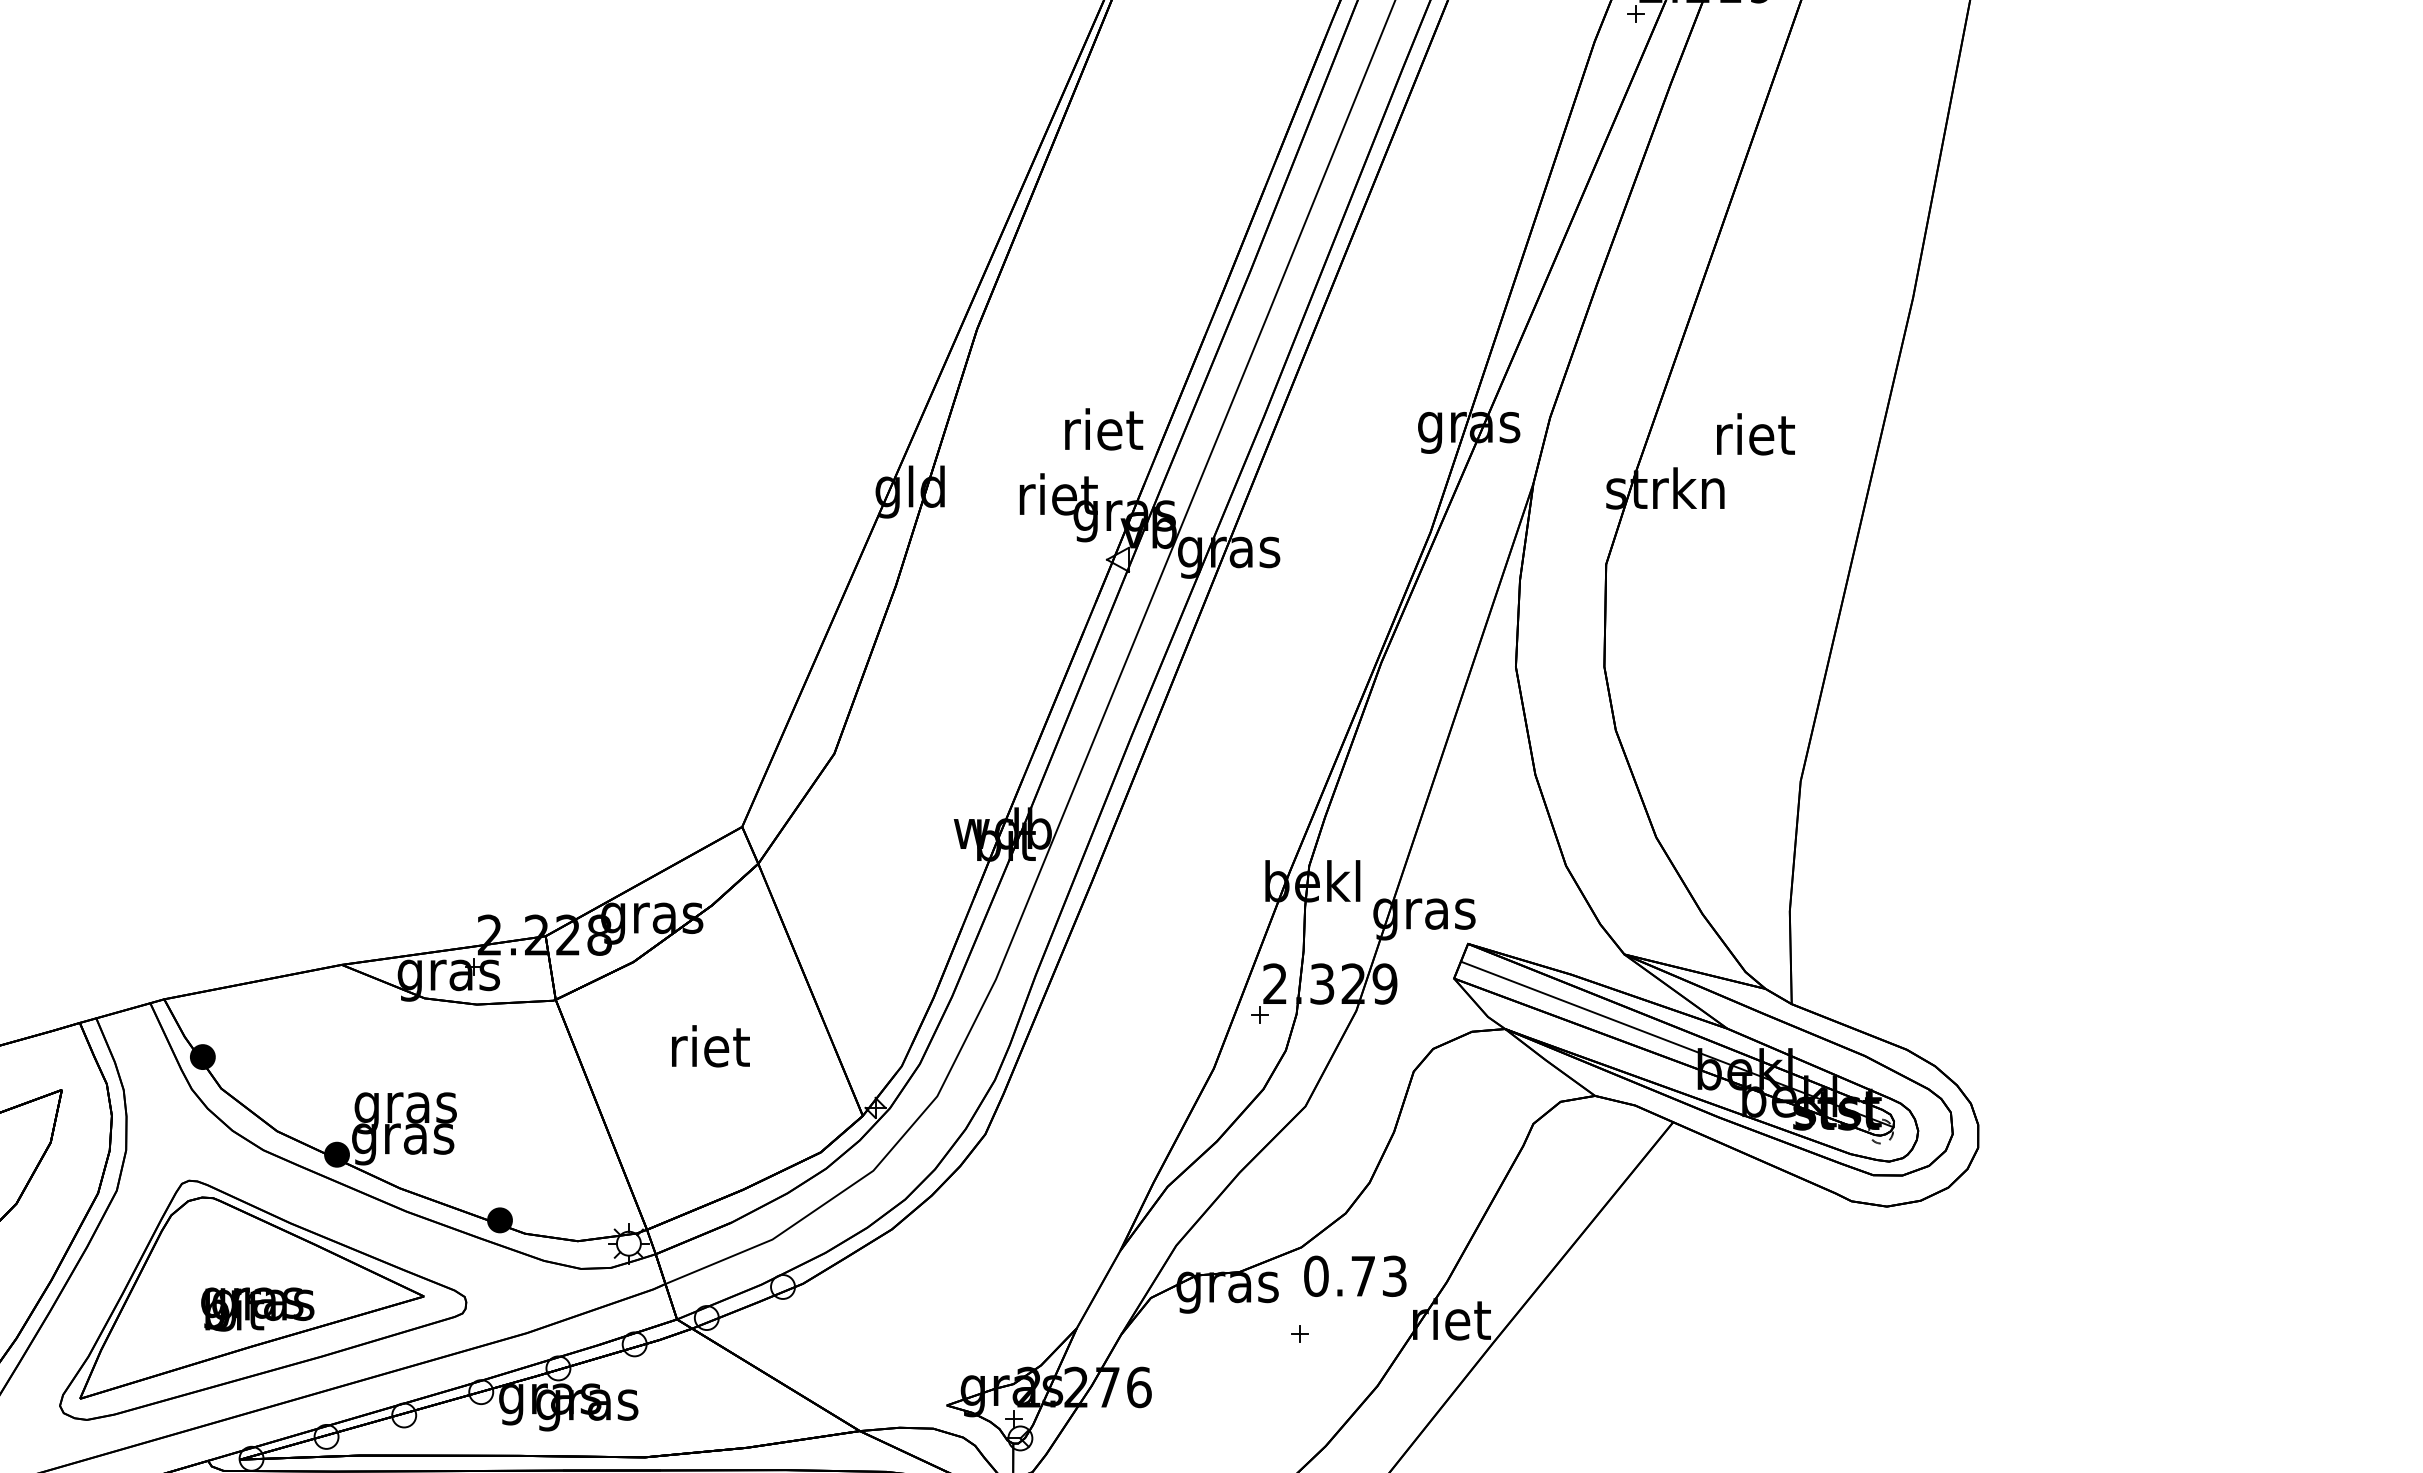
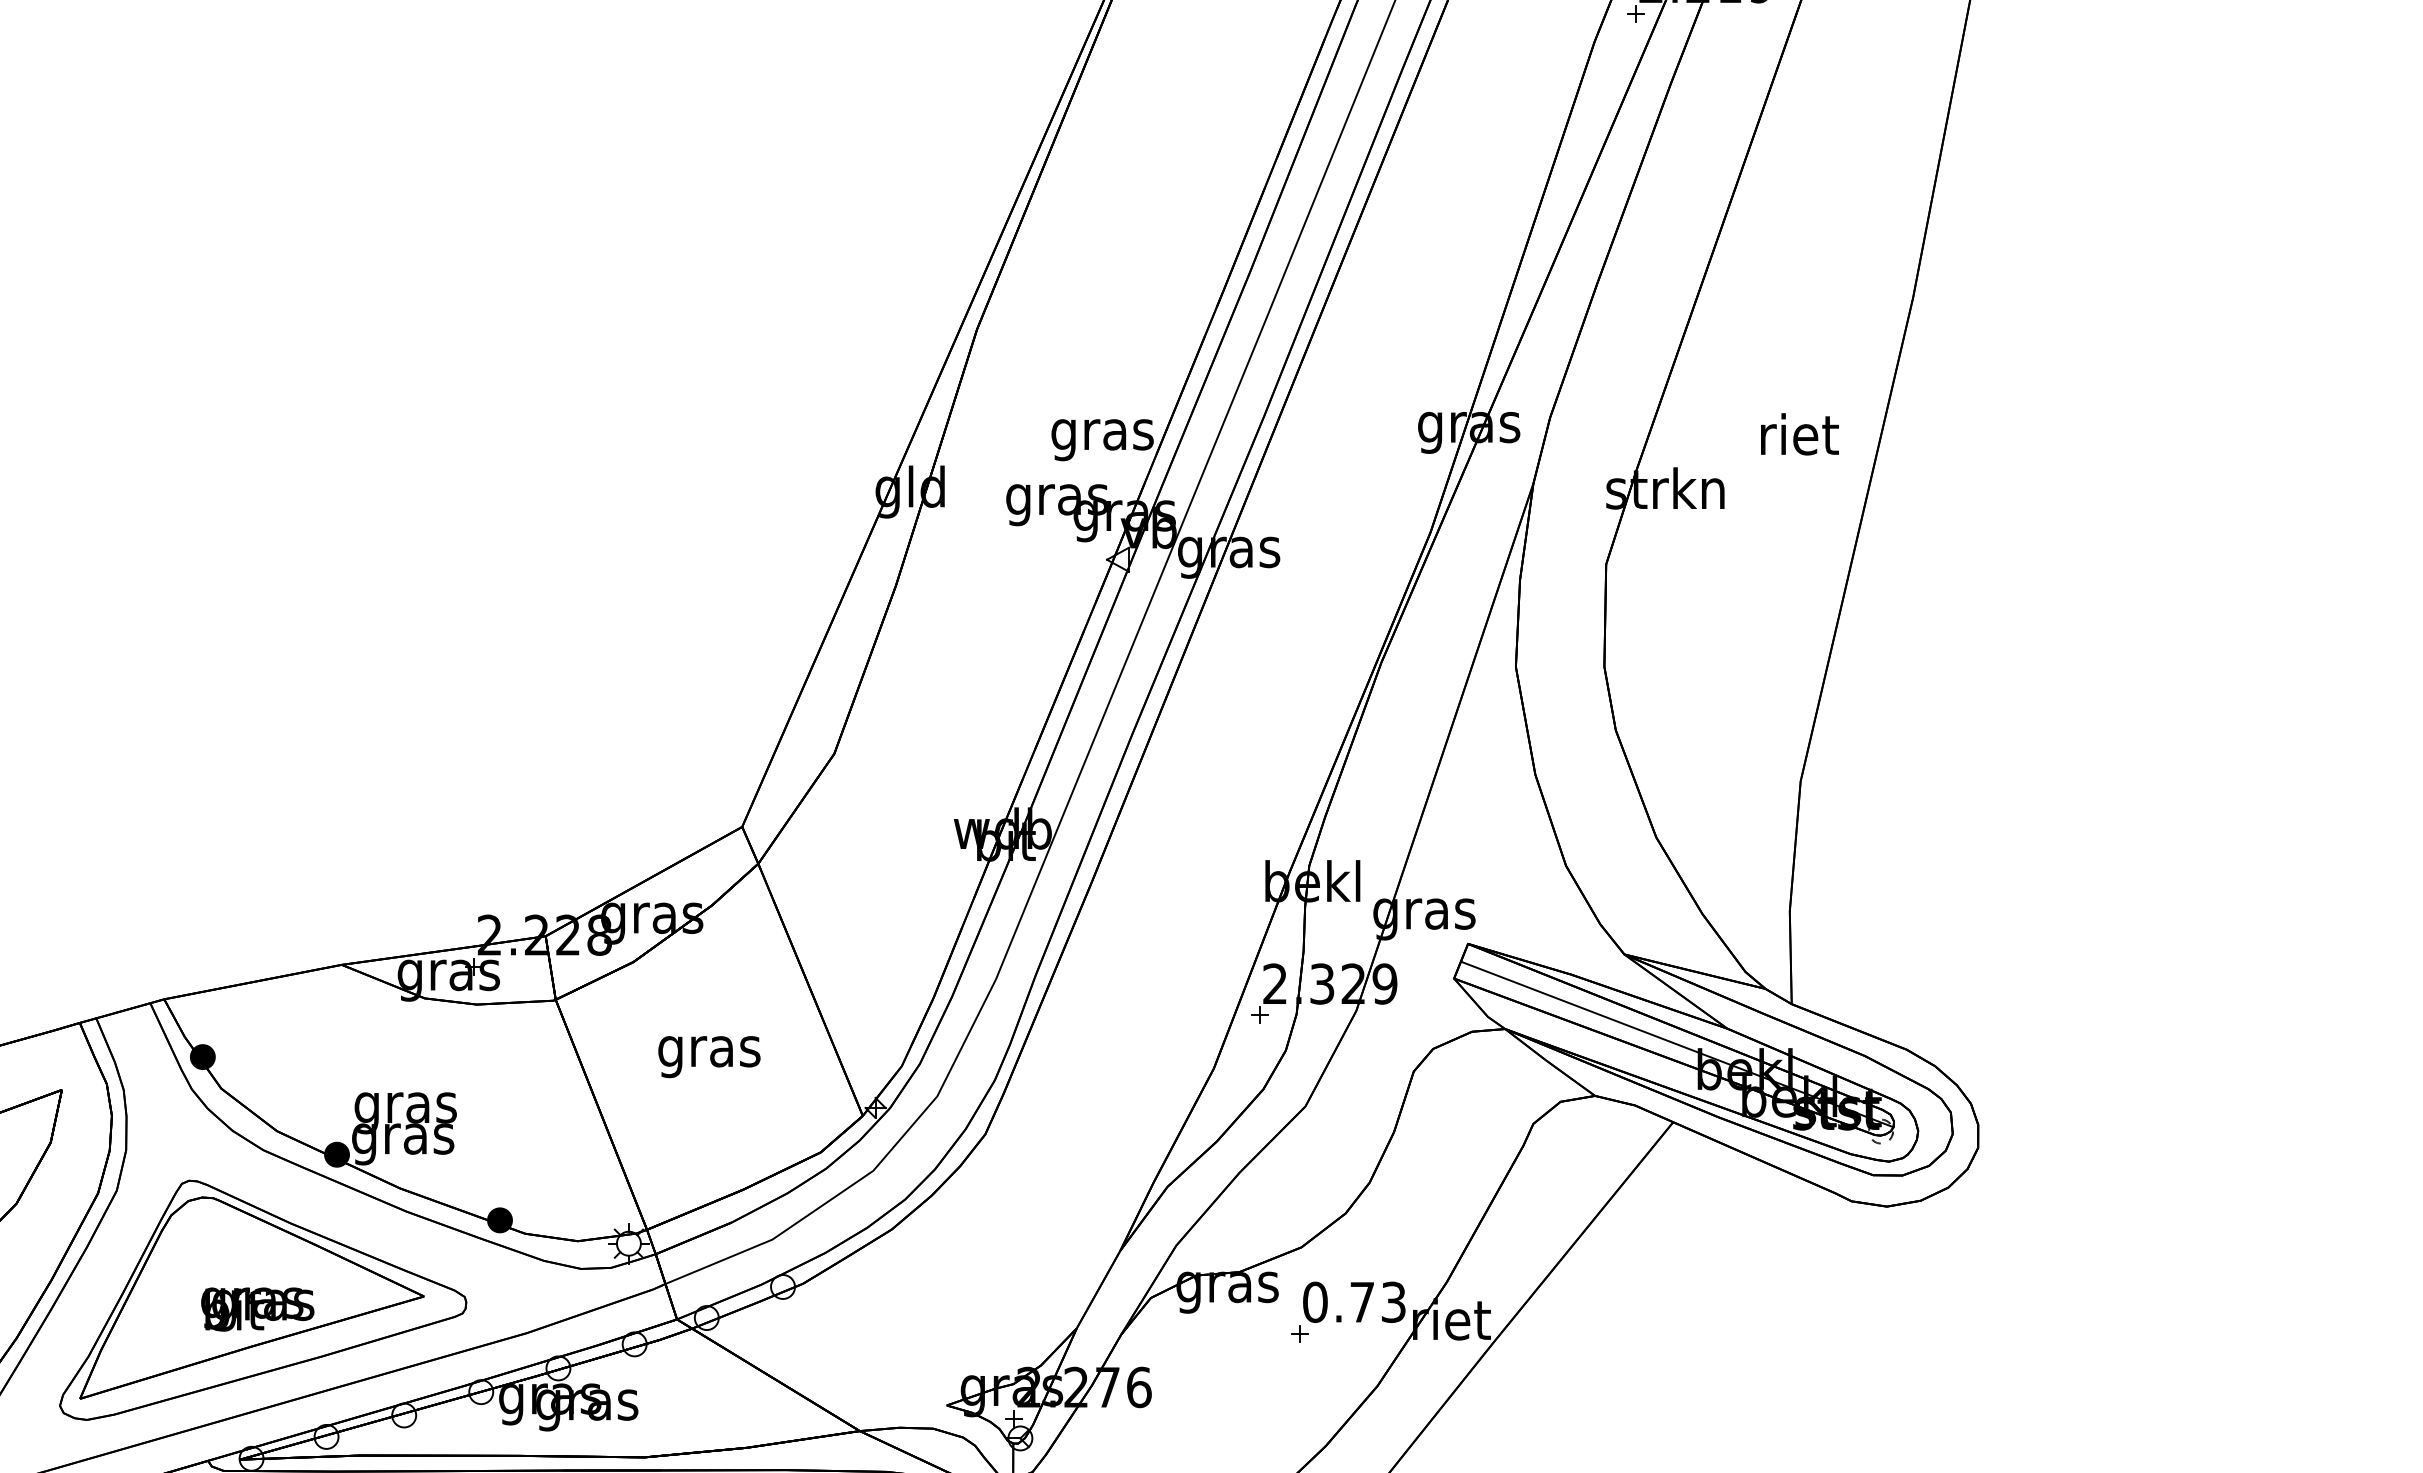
text at (1102, 434): riet -> gras
text at (1755, 434) position: (1755, 434) -> (1799, 434)
text at (1056, 499): riet -> gras
text at (709, 1051): riet -> gras
text at (1355, 1275) position: (1355, 1275) -> (1354, 1301)
